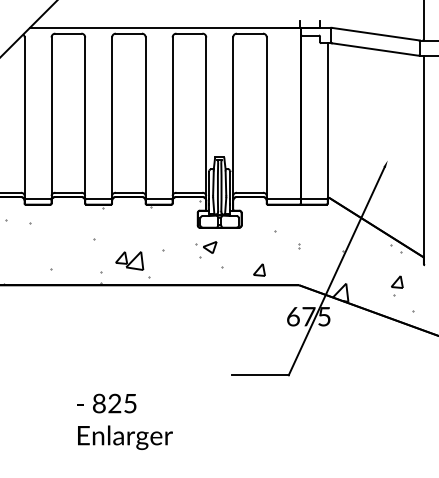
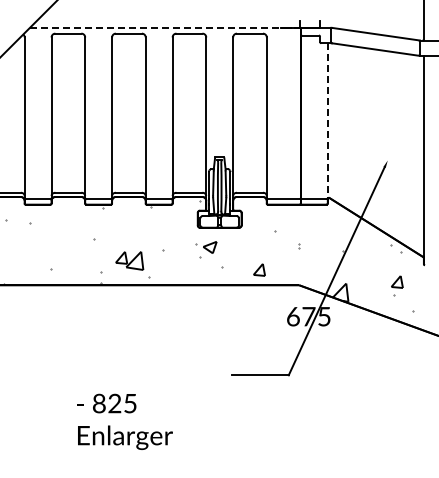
line at (164, 27): solid -> dashed
line at (327, 121): solid -> dashed
